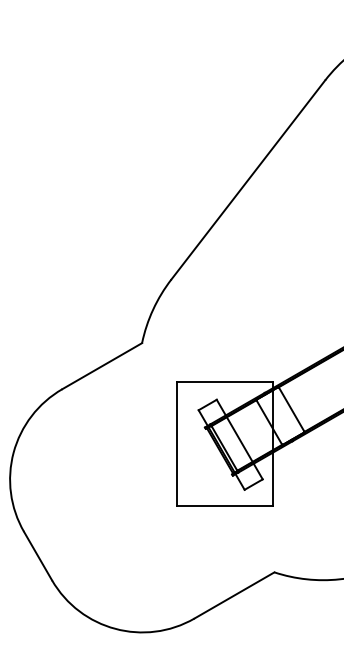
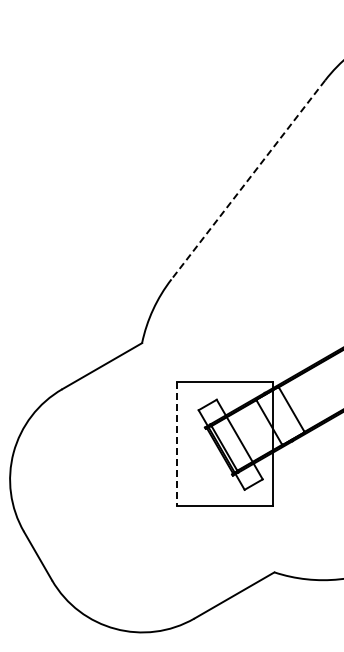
line at (248, 179): solid -> dashed
line at (177, 444): solid -> dashed
